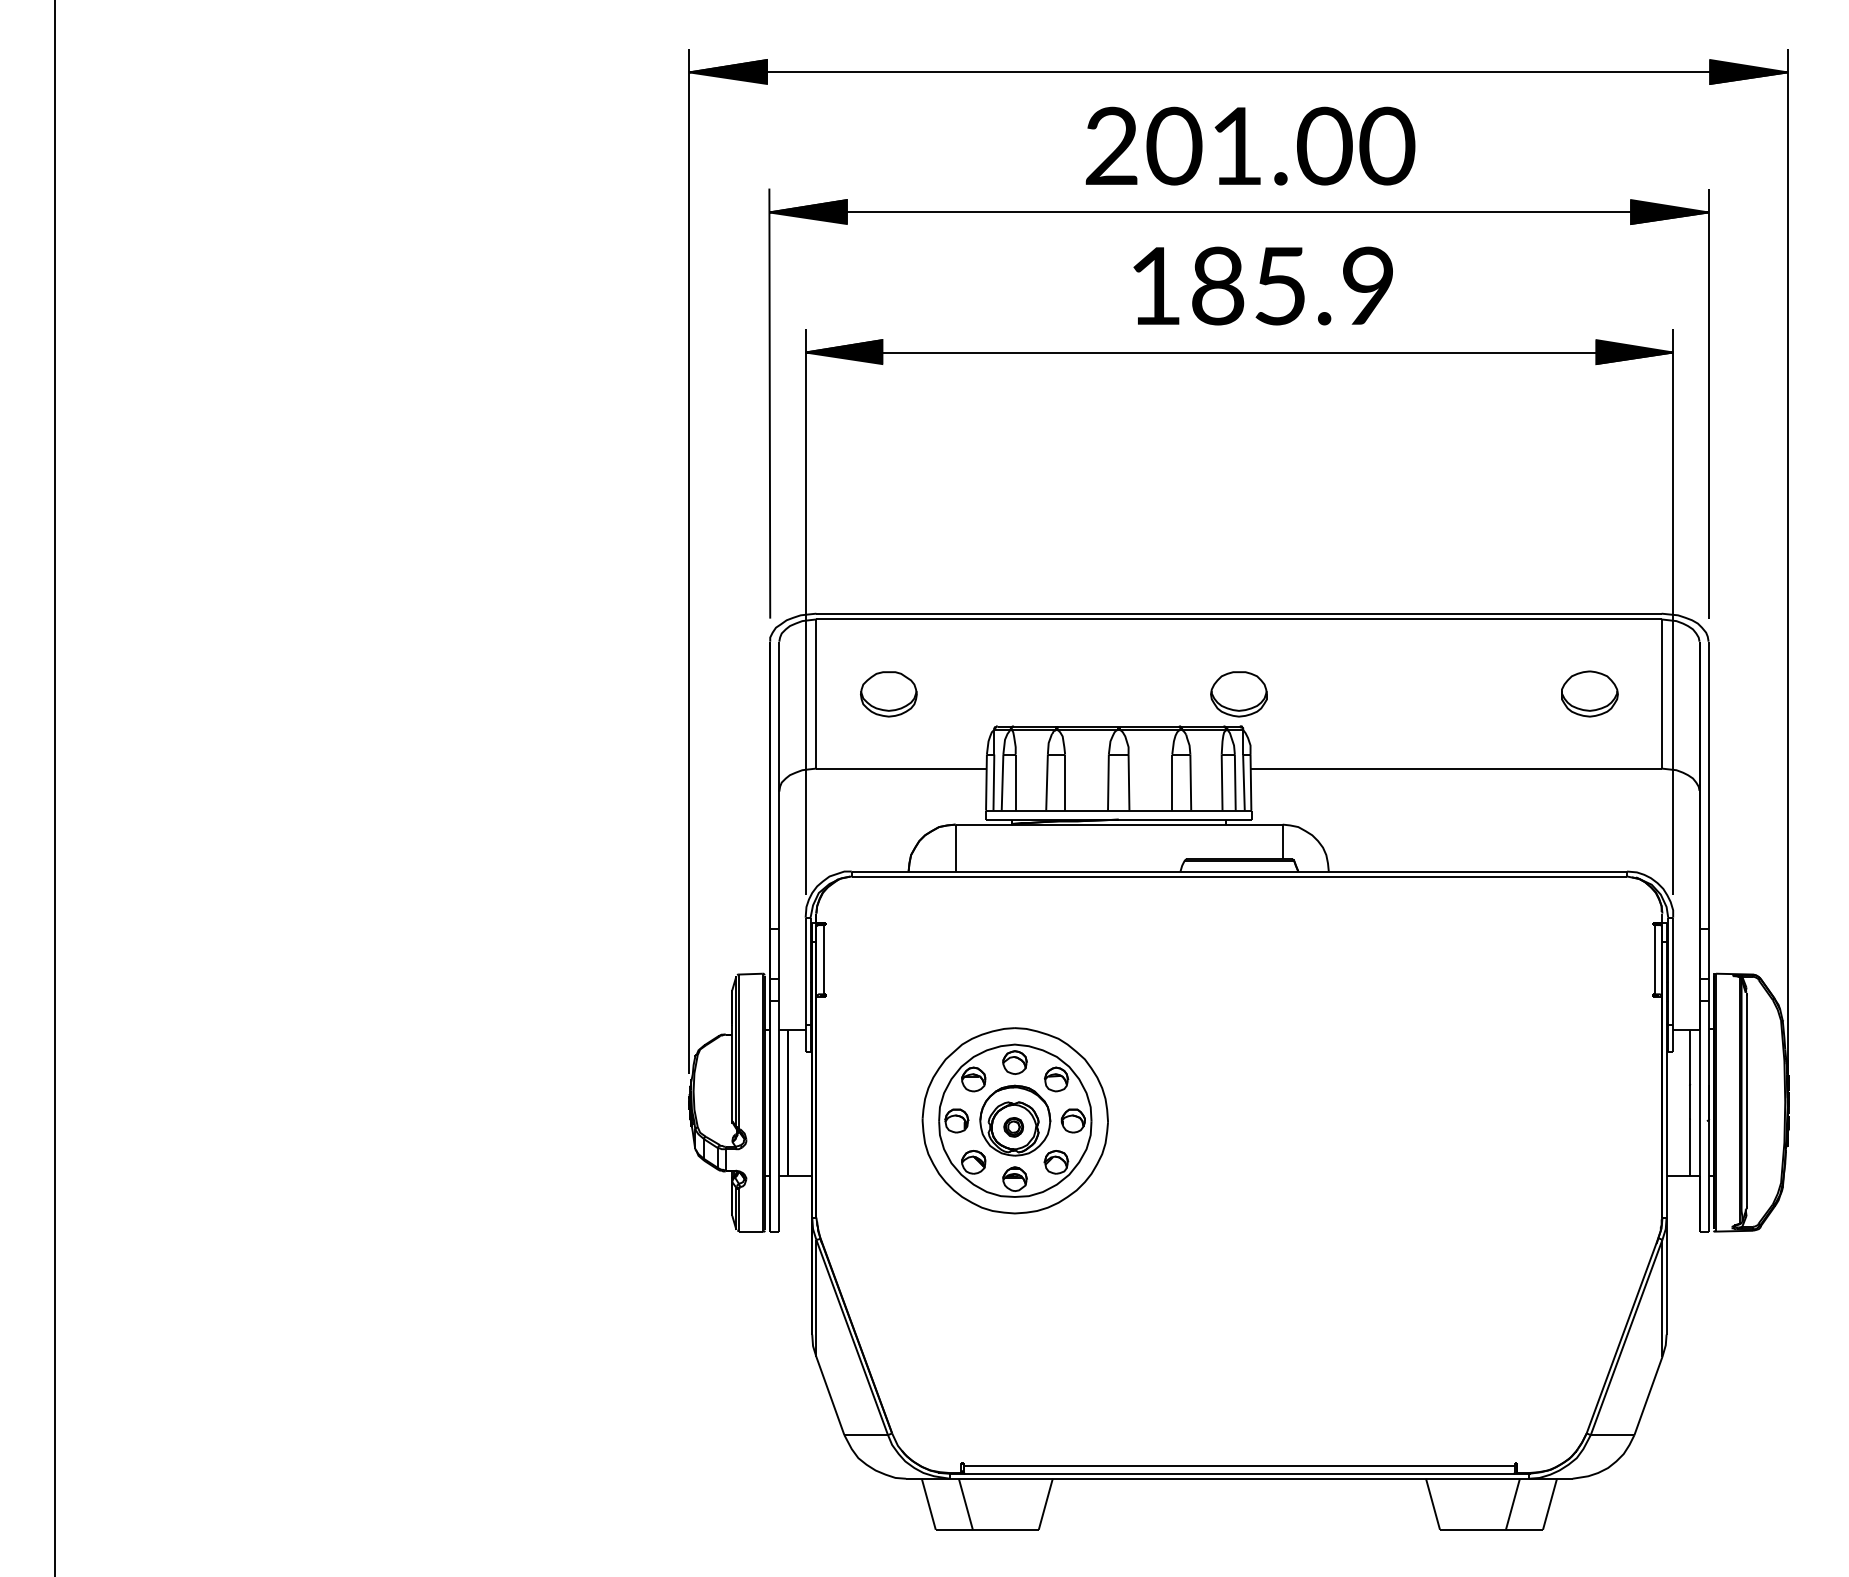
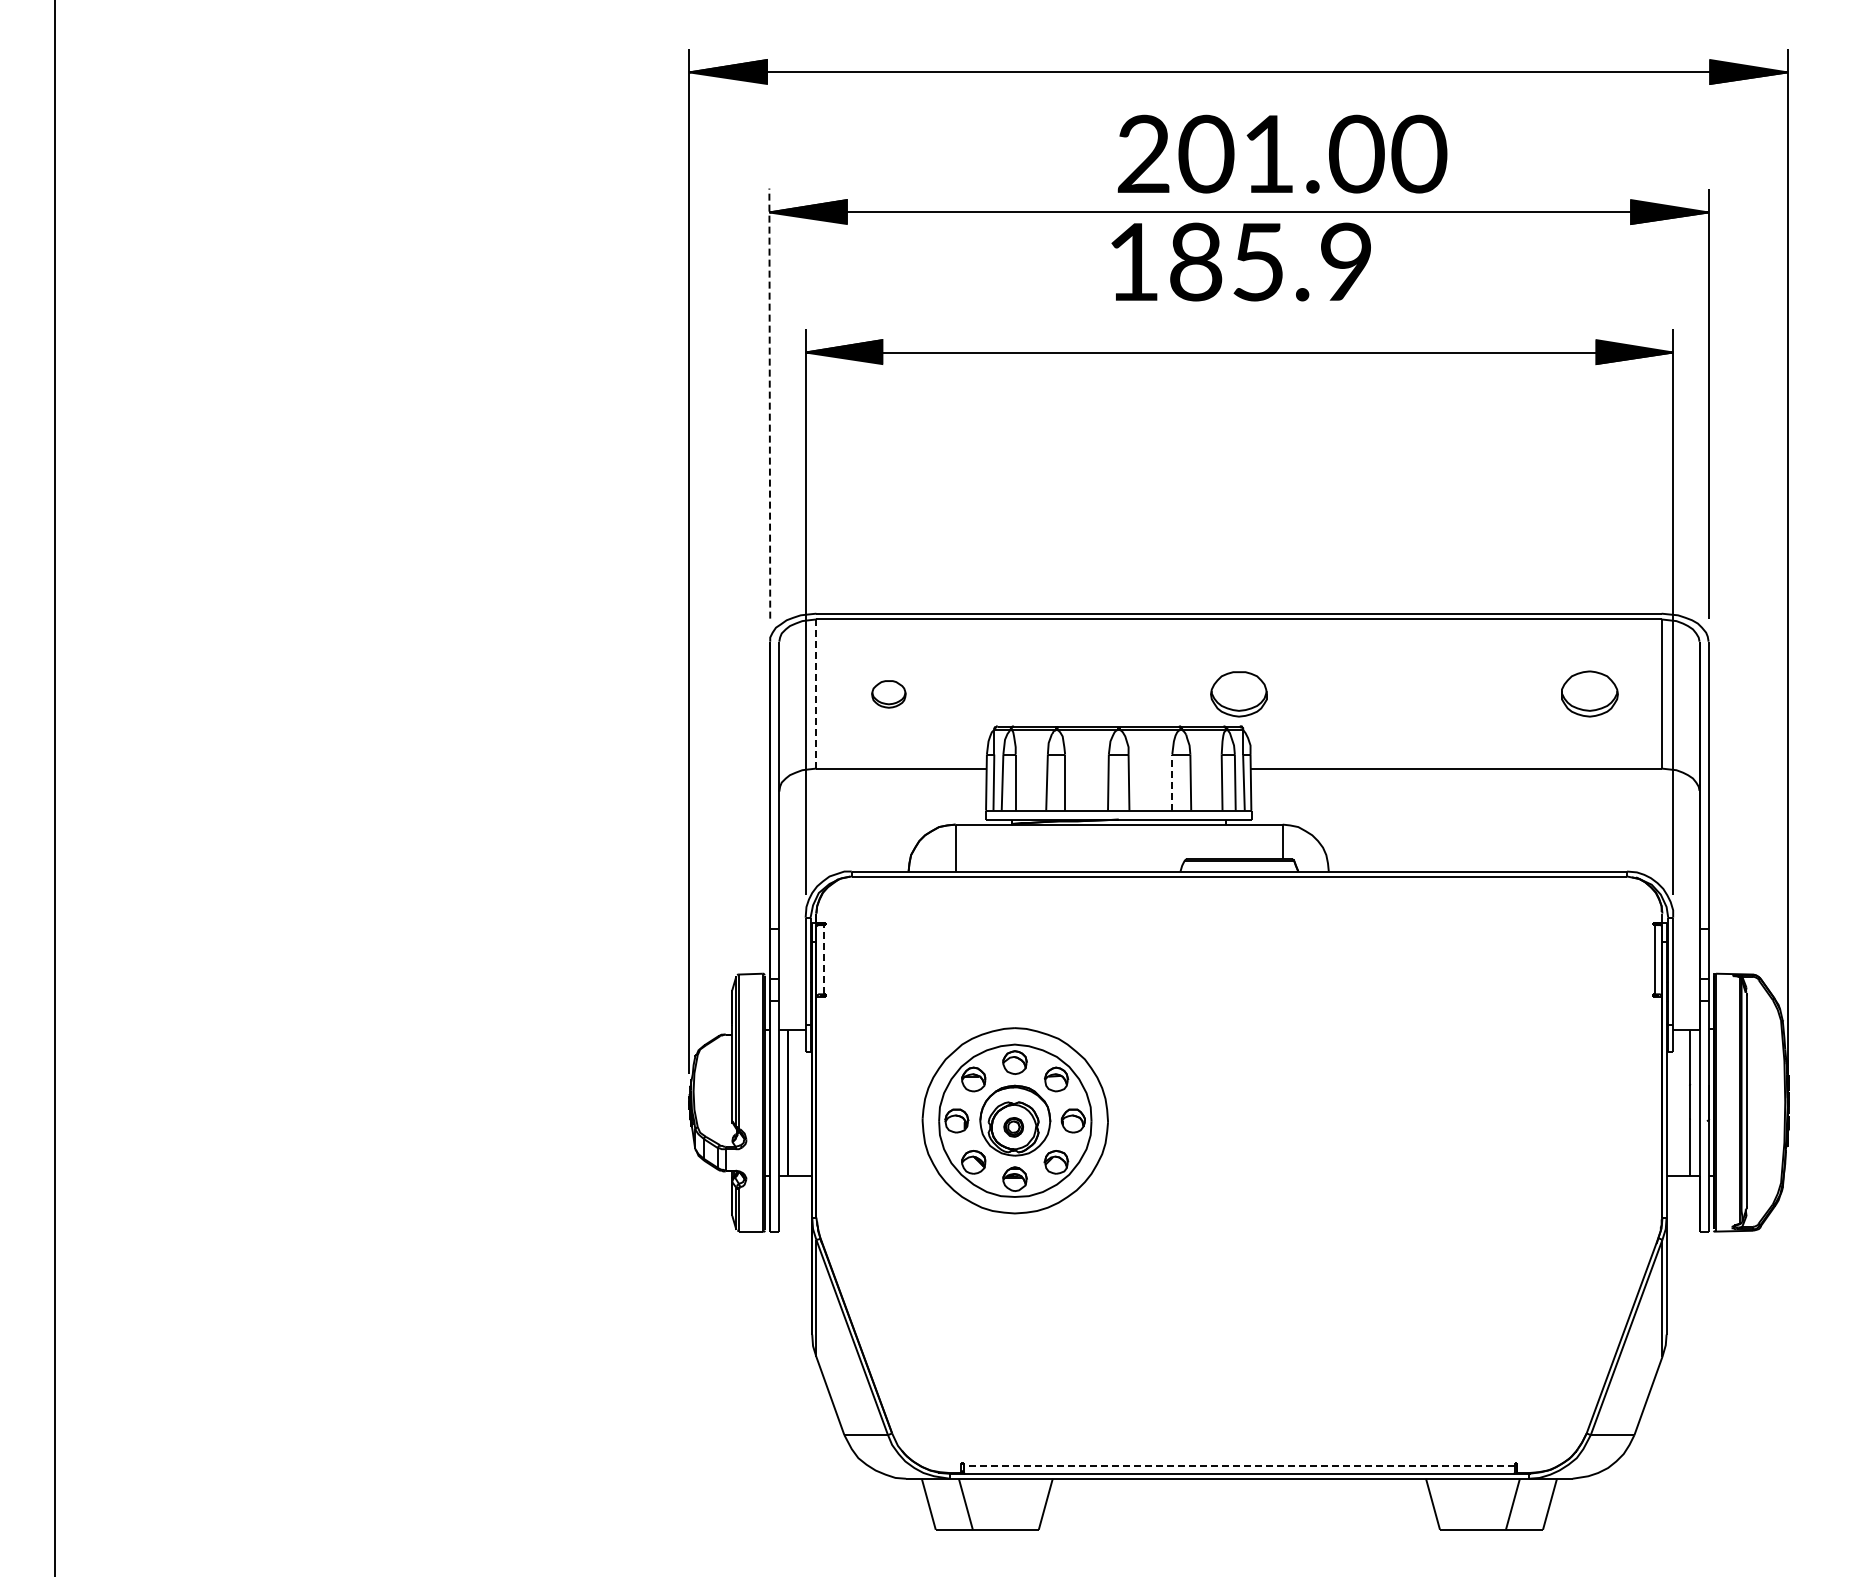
text at (1250, 145) position: (1250, 145) -> (1282, 153)
text at (1262, 285) position: (1262, 285) -> (1240, 261)
line at (769, 403): solid -> dashed
line at (816, 694): solid -> dashed
part at (888, 694) size: 58x47 px -> 36x29 px
line at (1172, 782): solid -> dashed
line at (823, 959): solid -> dashed
line at (1239, 1465): solid -> dashed
